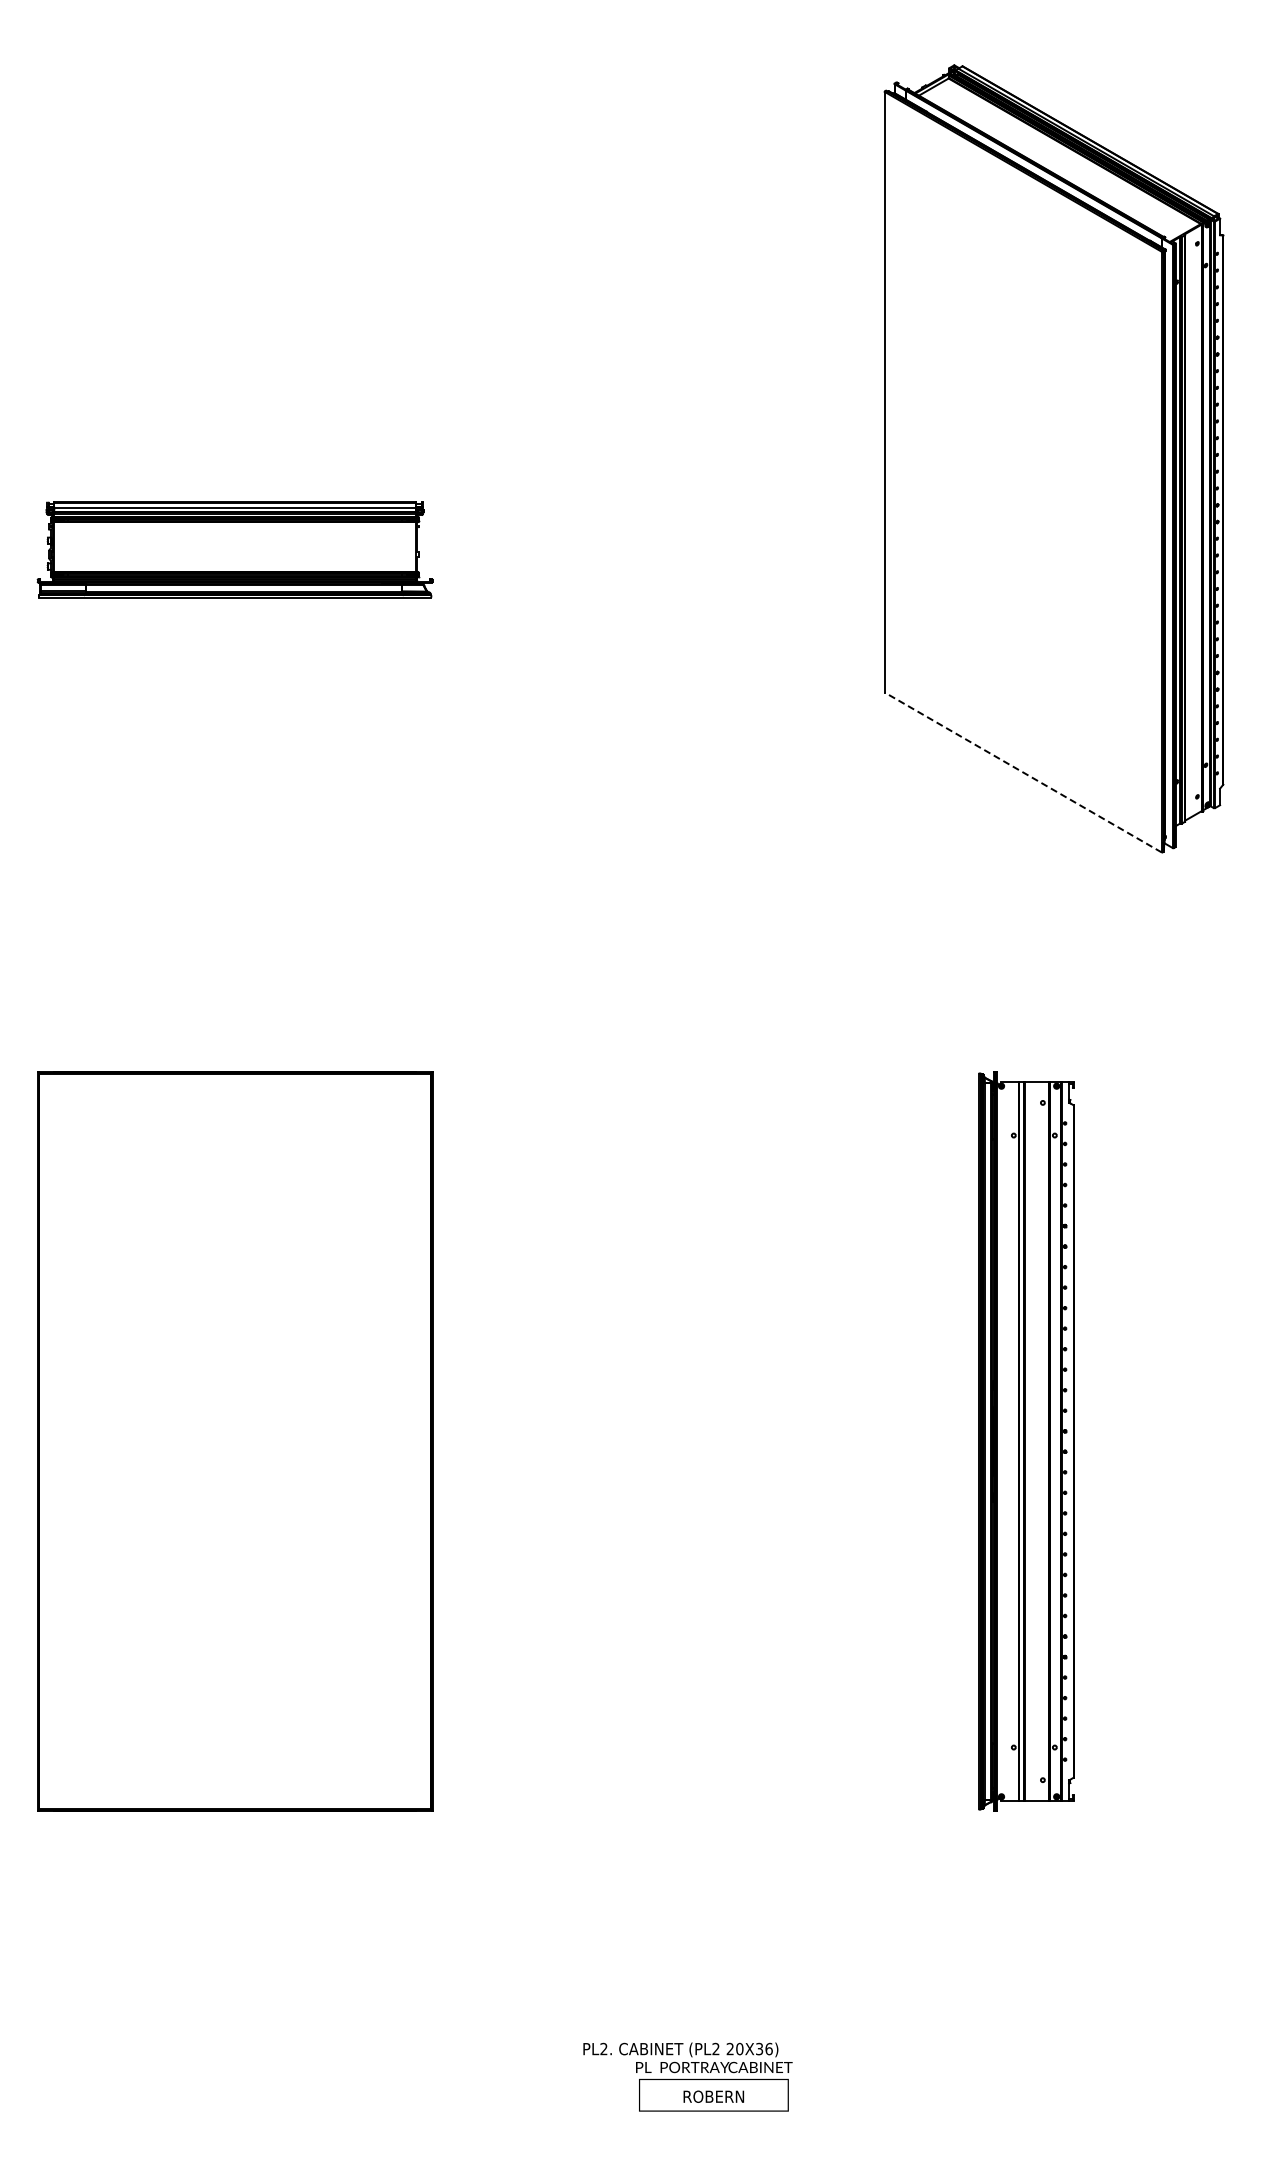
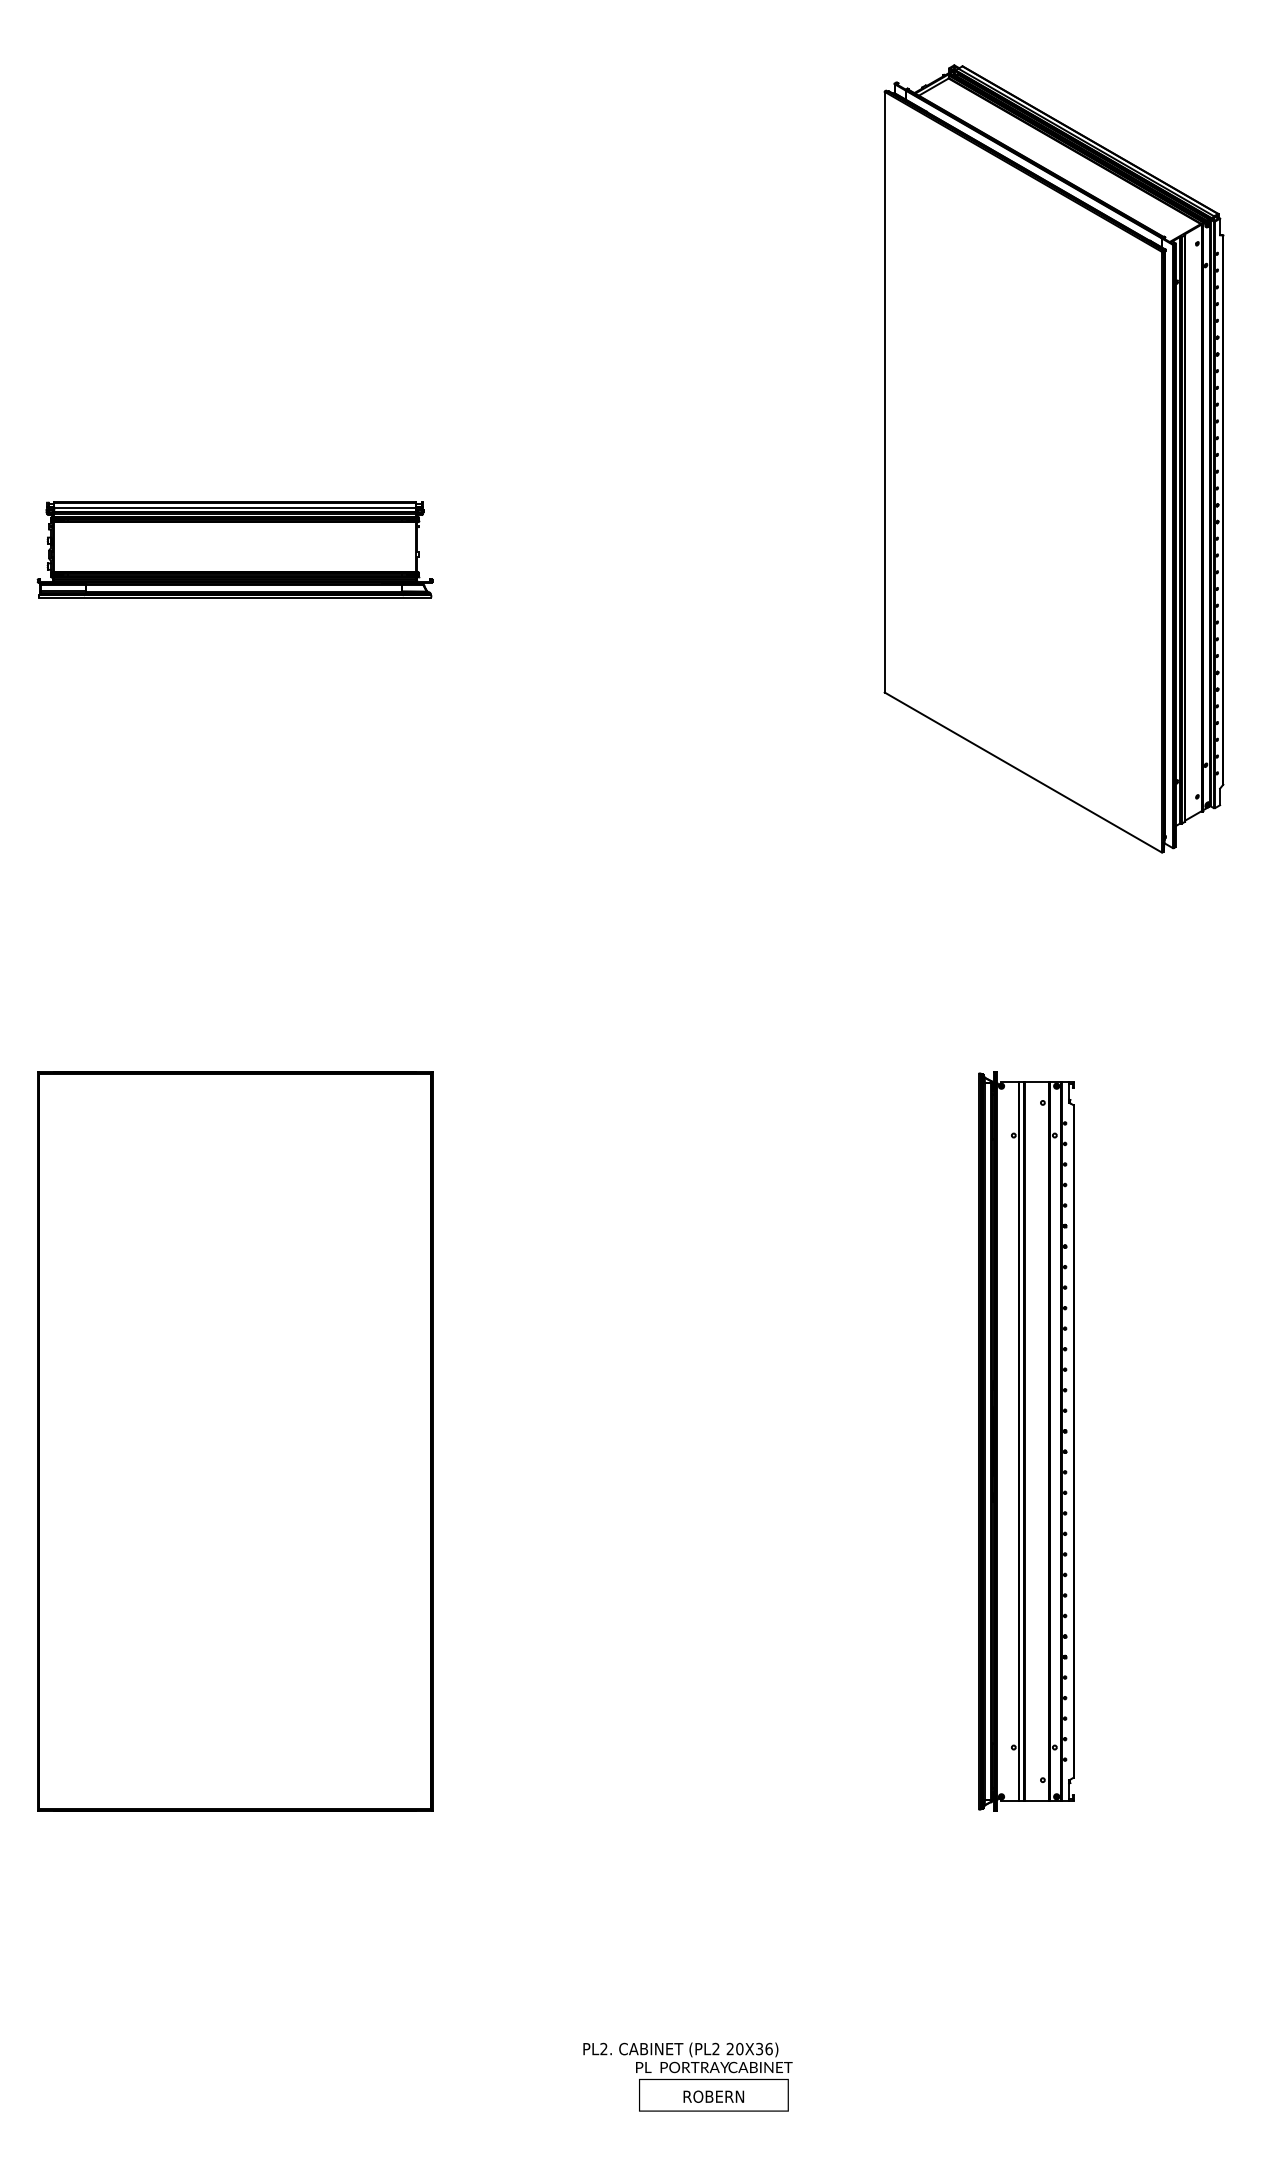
line at (1023, 772): dashed -> solid
